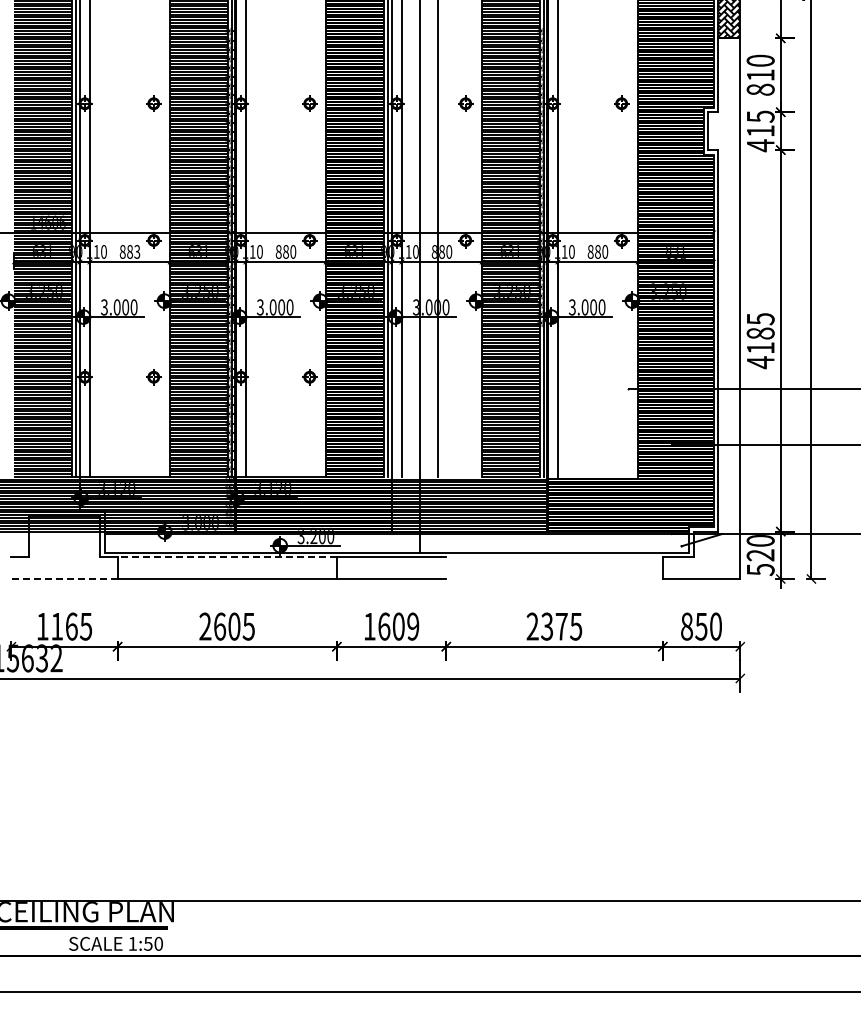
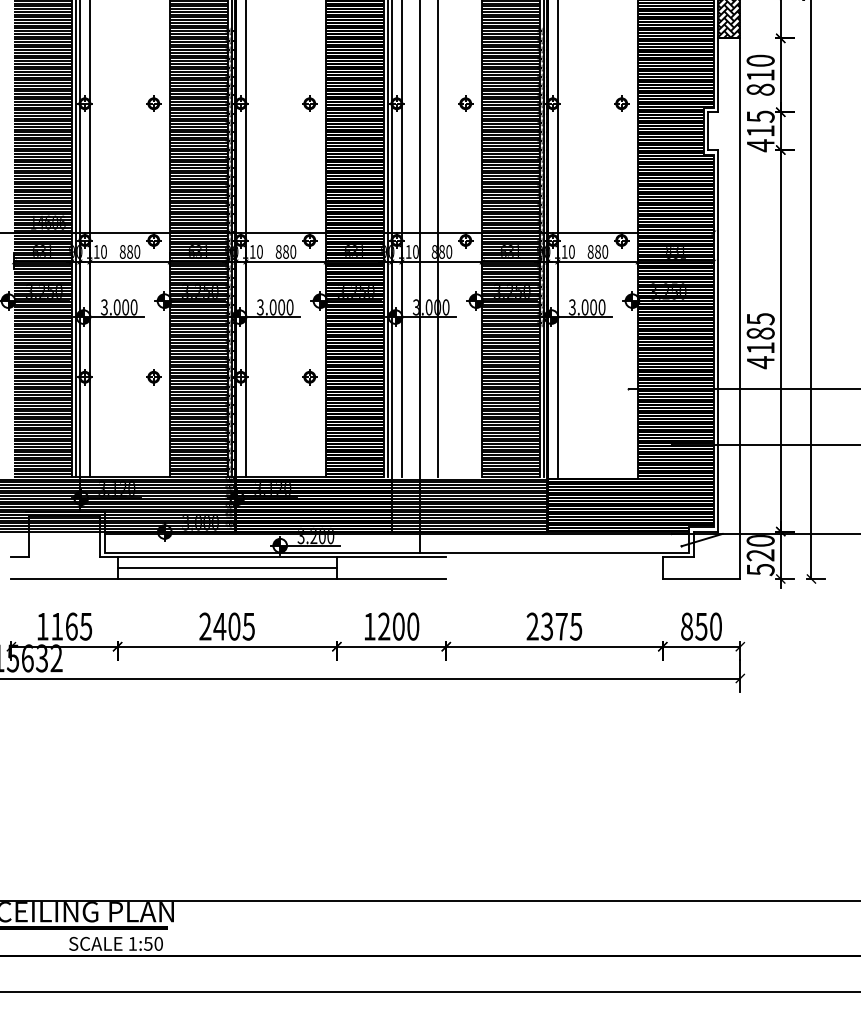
text at (137, 251): 883 -> 880
line at (227, 557): dashed -> solid
line at (226, 568): none -> present
line at (64, 579): dashed -> solid
text at (219, 626): 2605 -> 2405
text at (398, 626): 1609 -> 1200
